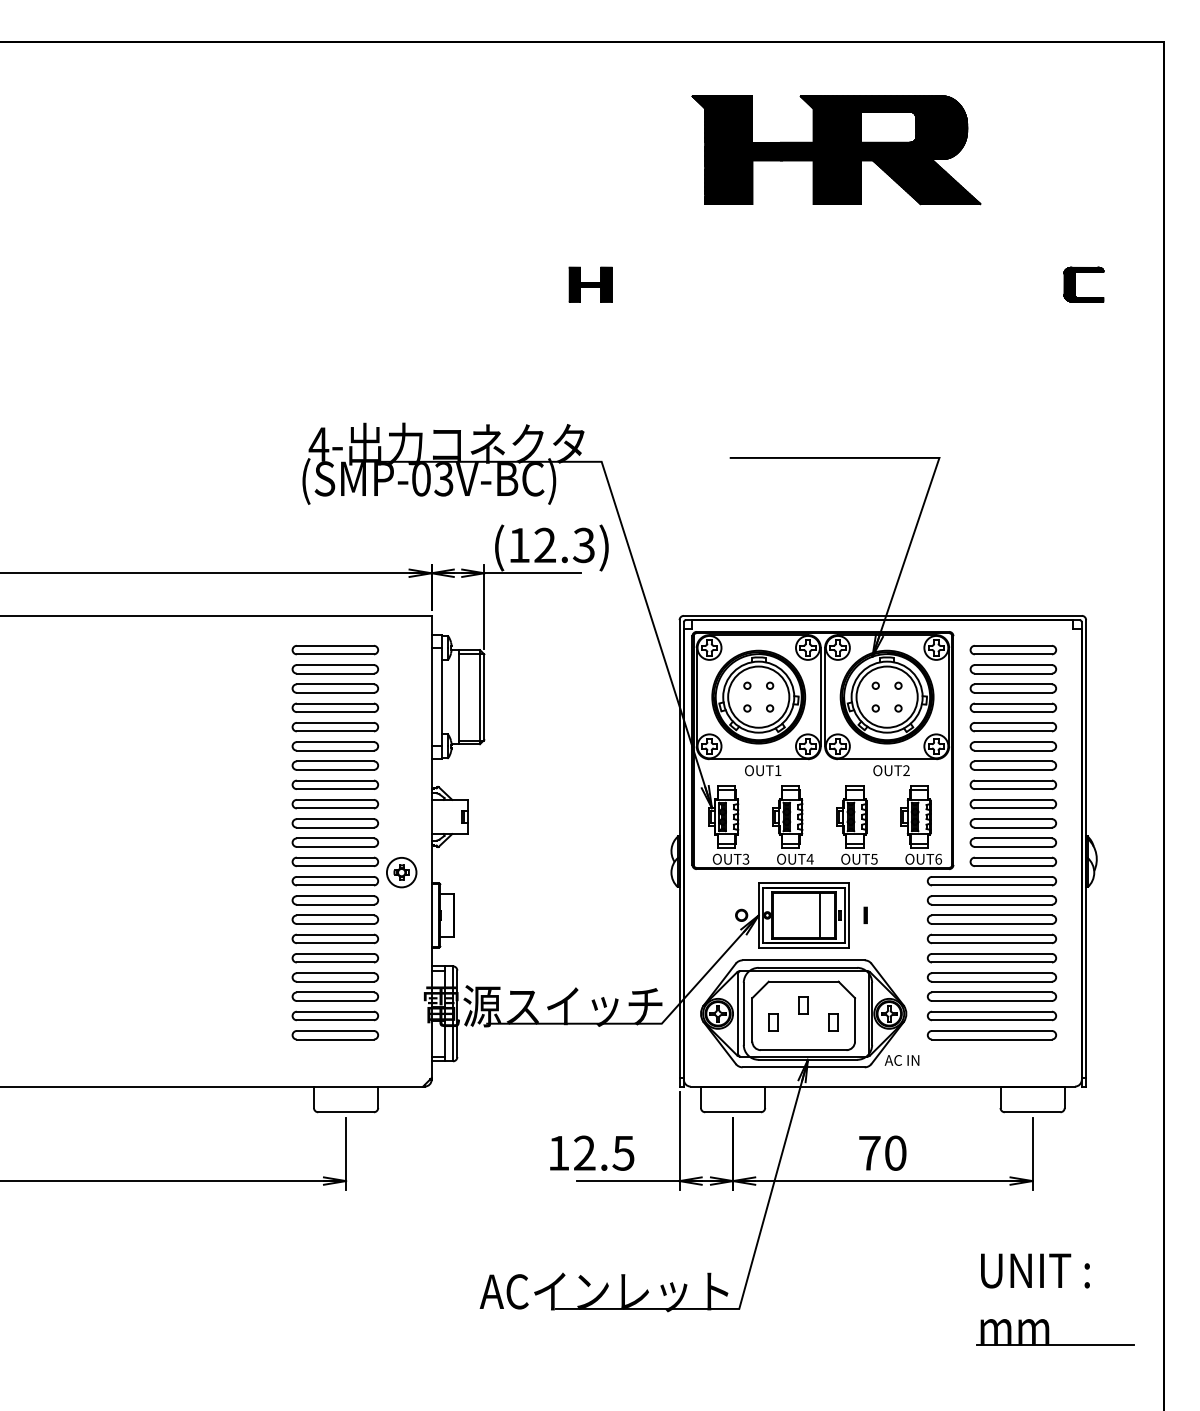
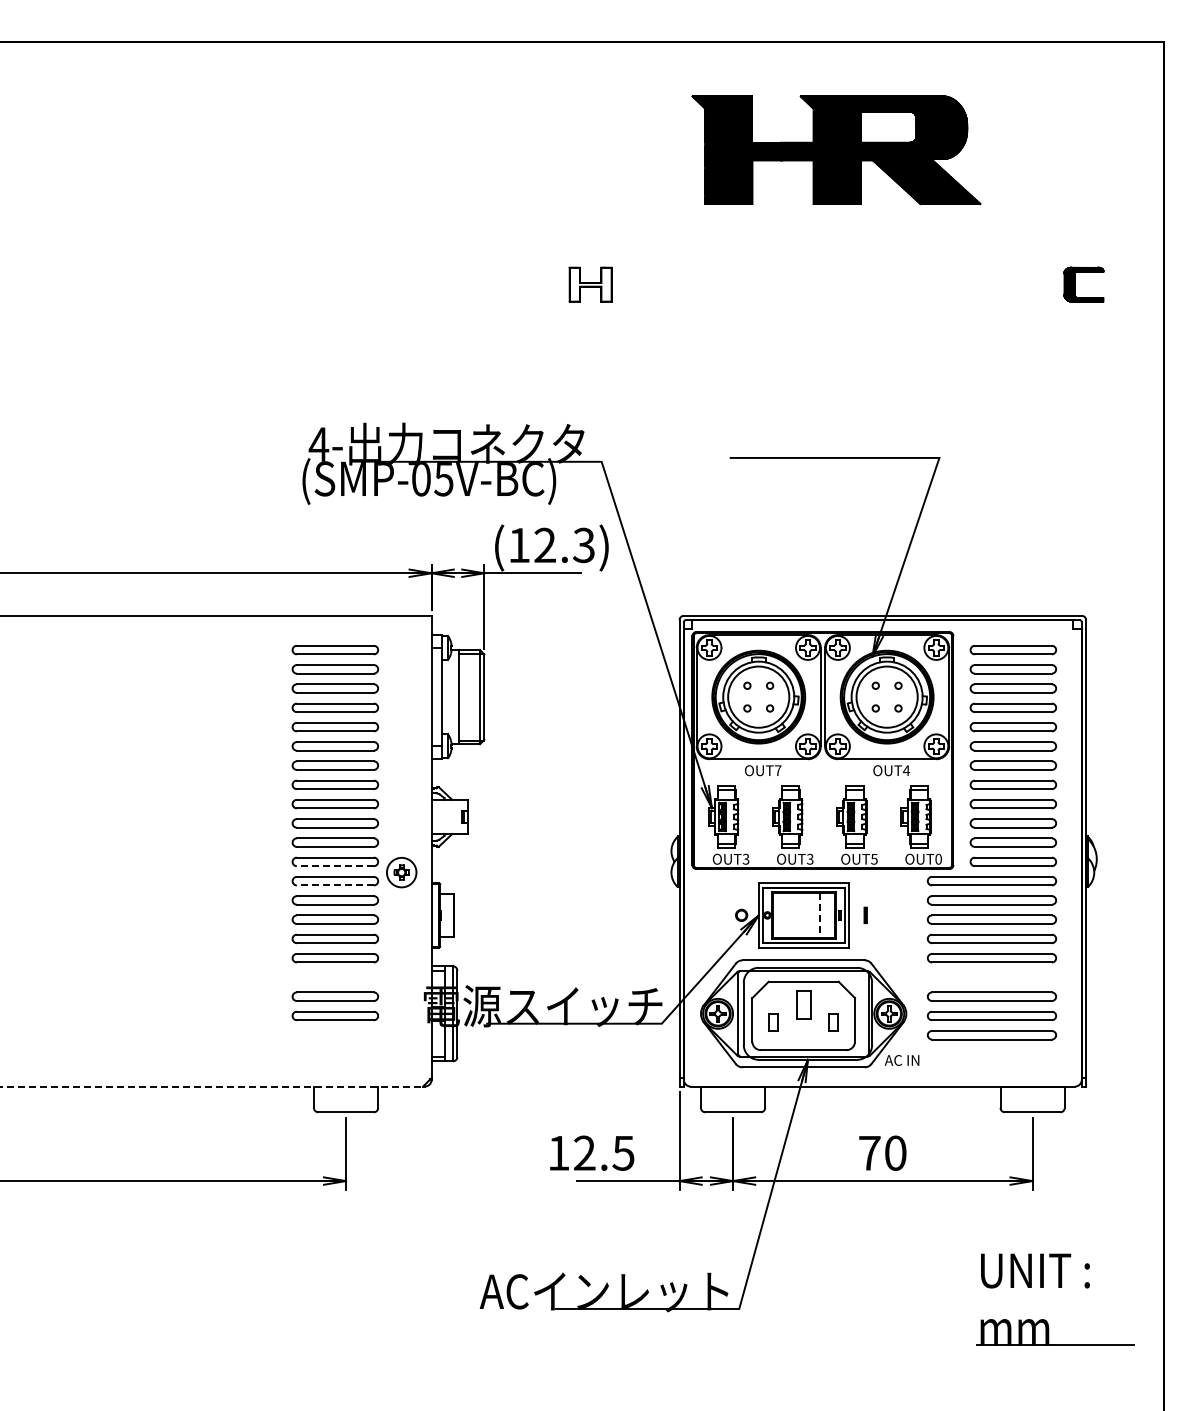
fill at (590, 284): present -> none
text at (443, 479): (SMP-03V-BC) -> (SMP-05V-BC)
text at (778, 770): OUT1 -> OUT7
text at (906, 770): OUT2 -> OUT4
text at (809, 858): OUT4 -> OUT3
text at (938, 858): OUT6 -> OUT0
line at (335, 866): solid -> dashed
line at (335, 885): solid -> dashed
line at (819, 915): solid -> dashed
part at (335, 977): present -> none
part at (991, 977): present -> none
part at (803, 1005) size: 11x19 px -> 16x30 px
part at (335, 1035): present -> none
line at (212, 1086): solid -> dashed
